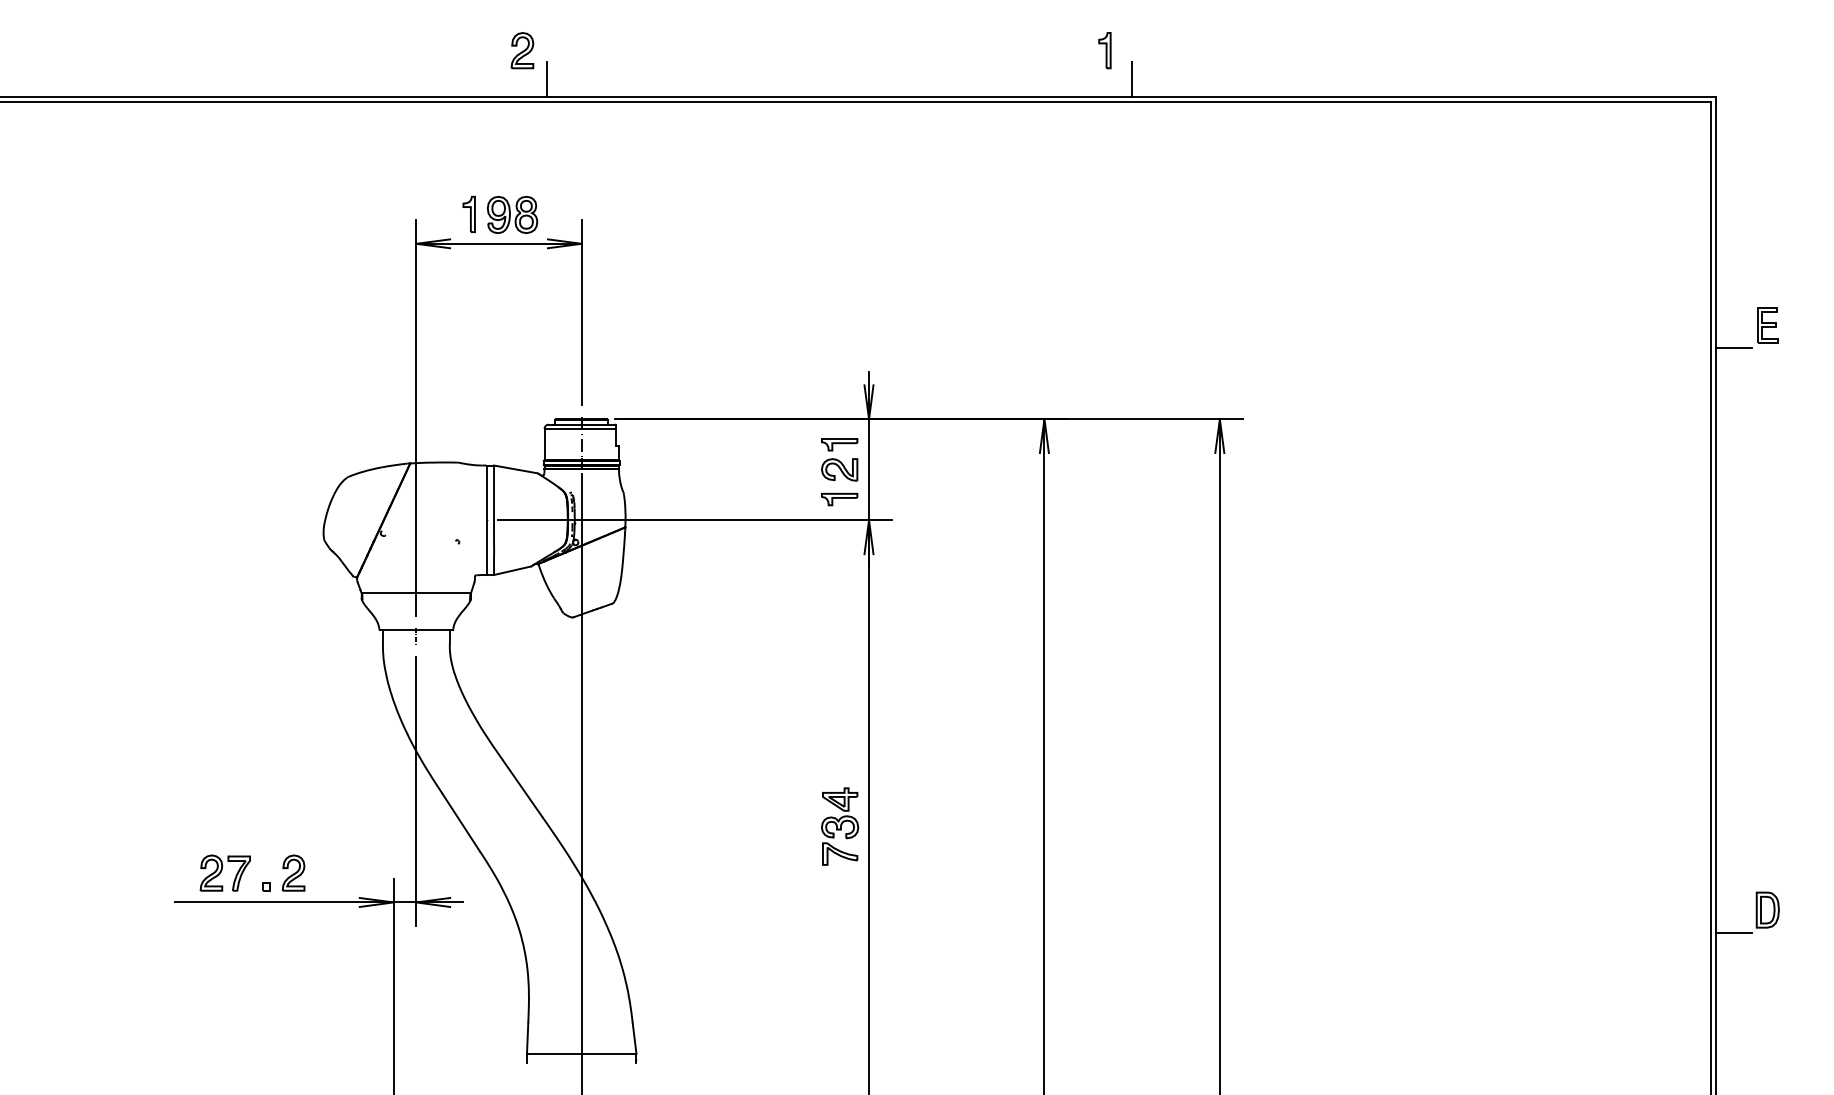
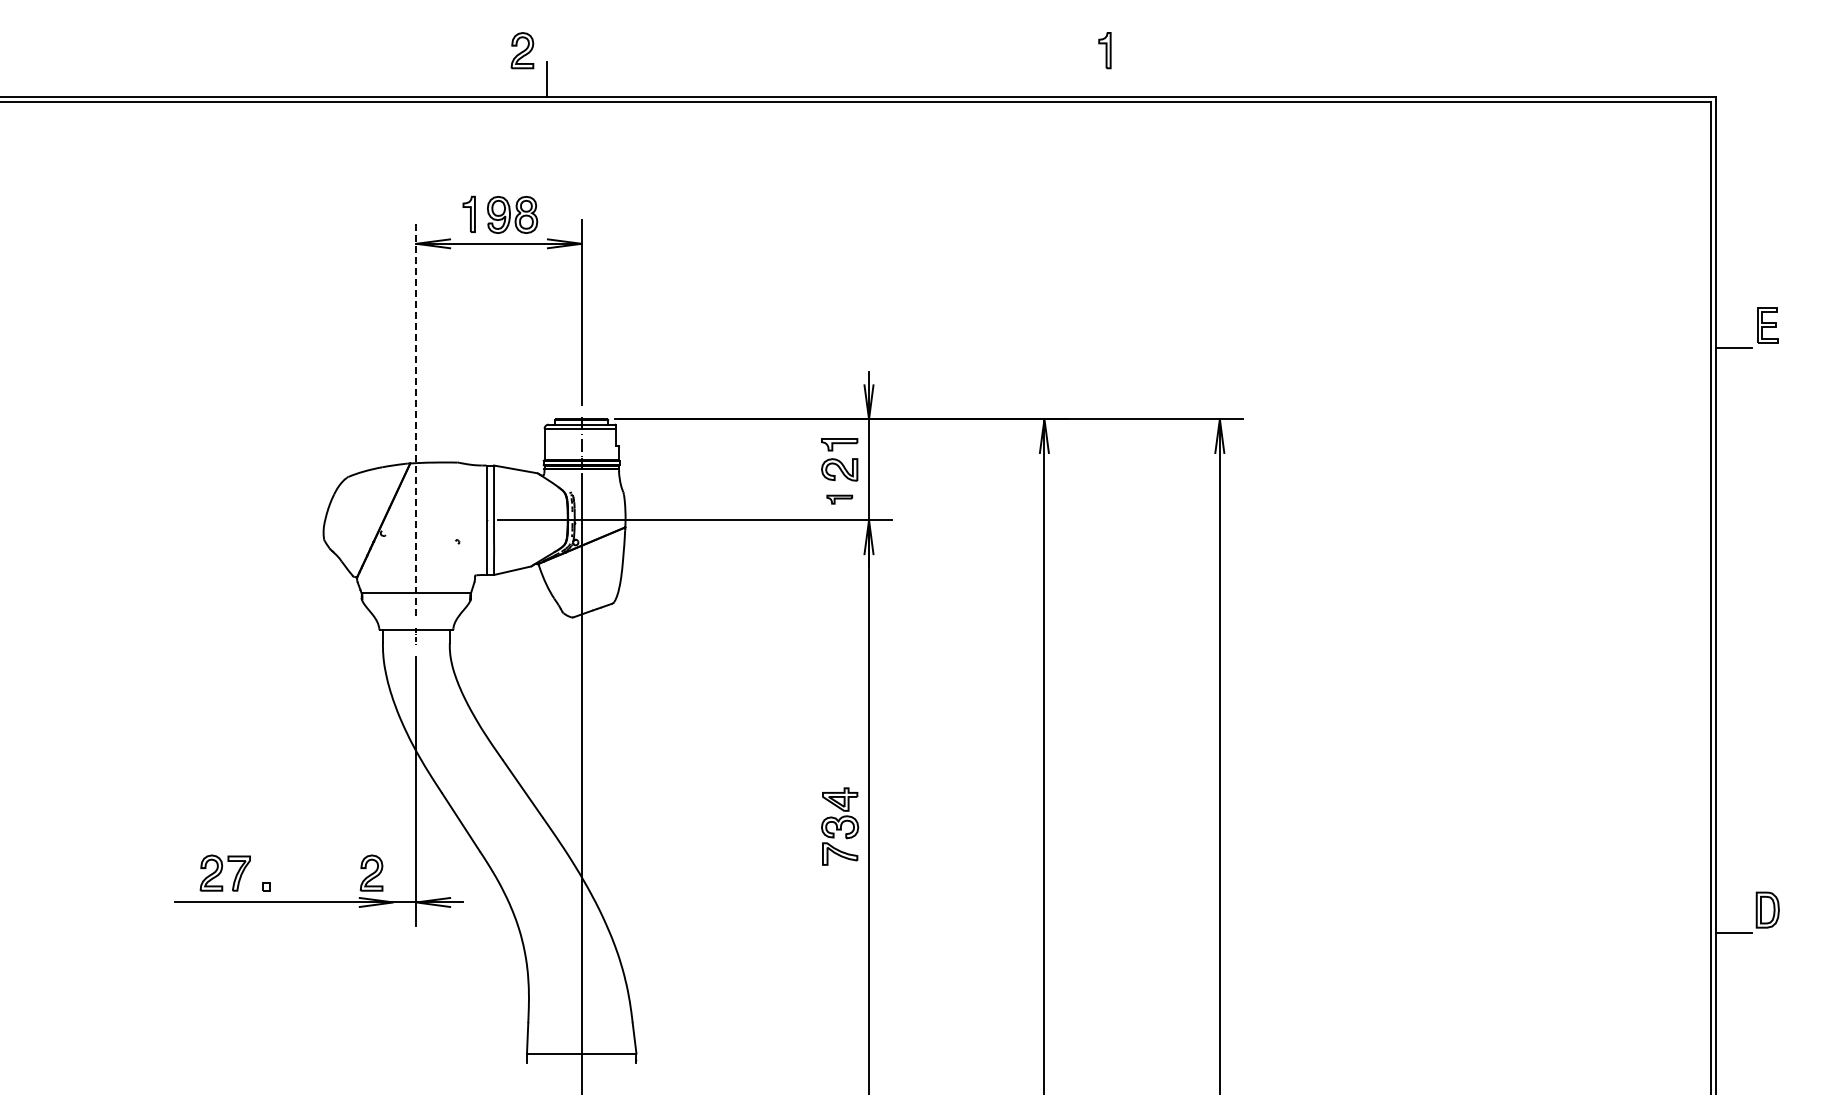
line at (1131, 78): present -> none
line at (416, 418): solid -> dashed
part at (839, 499) size: 38x14 px -> 27x11 px
part at (293, 872) position: (293, 872) -> (371, 872)
line at (393, 985): present -> none
